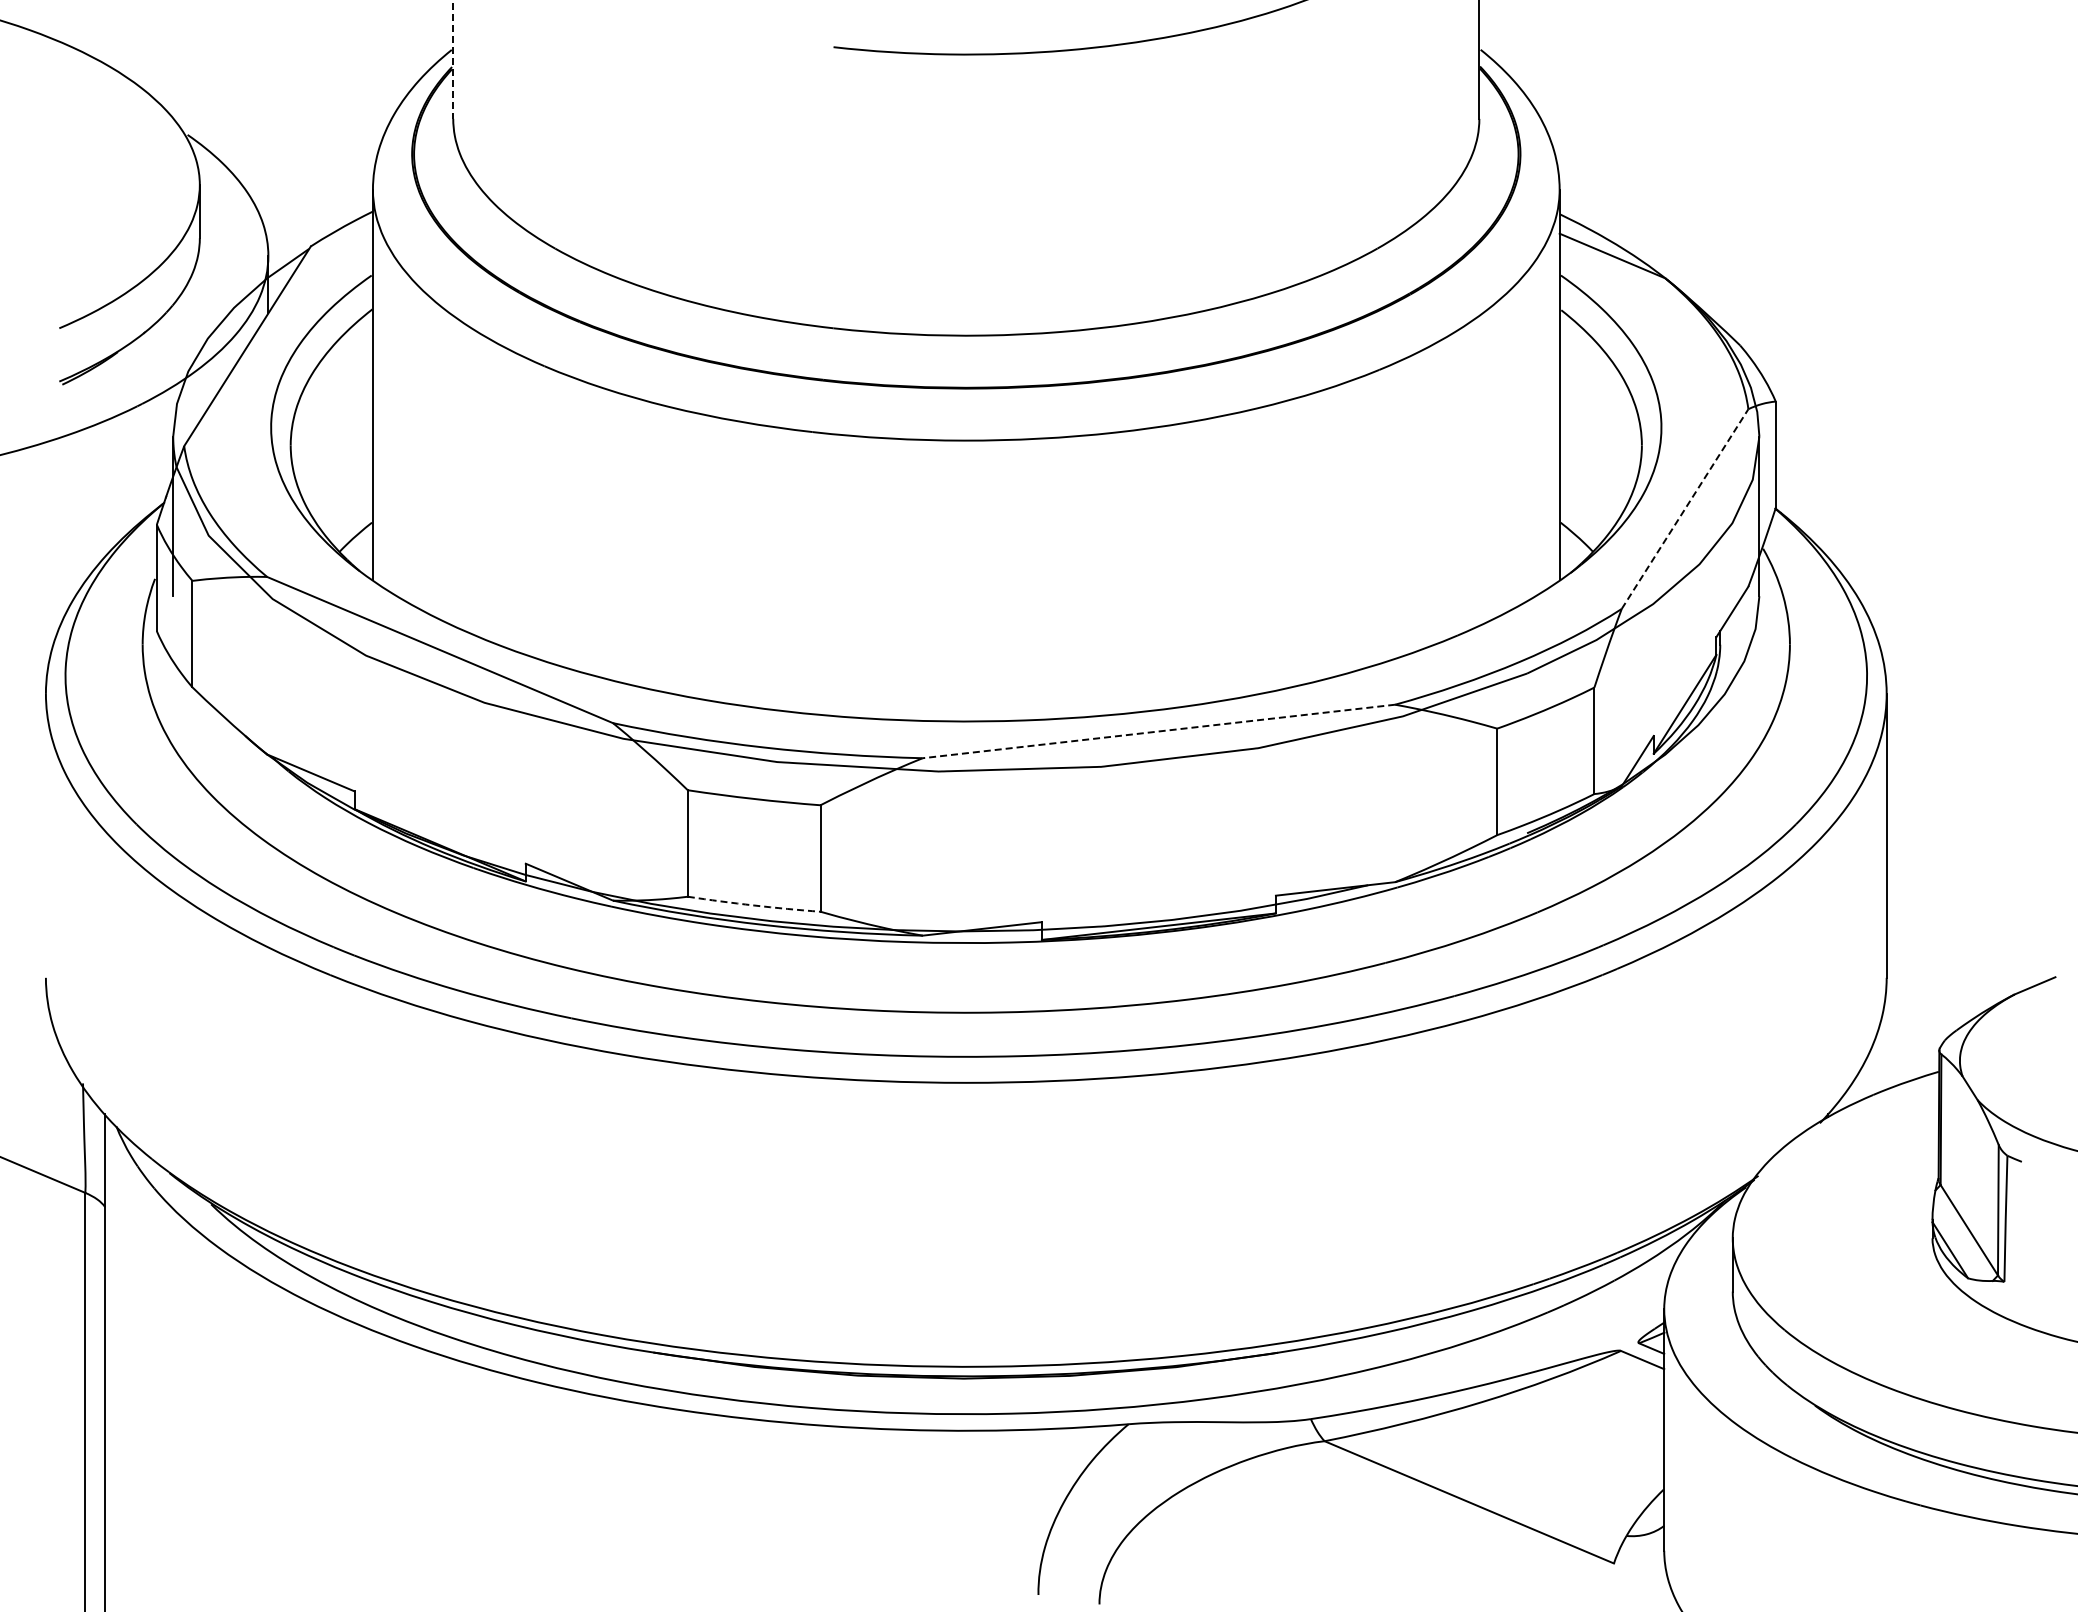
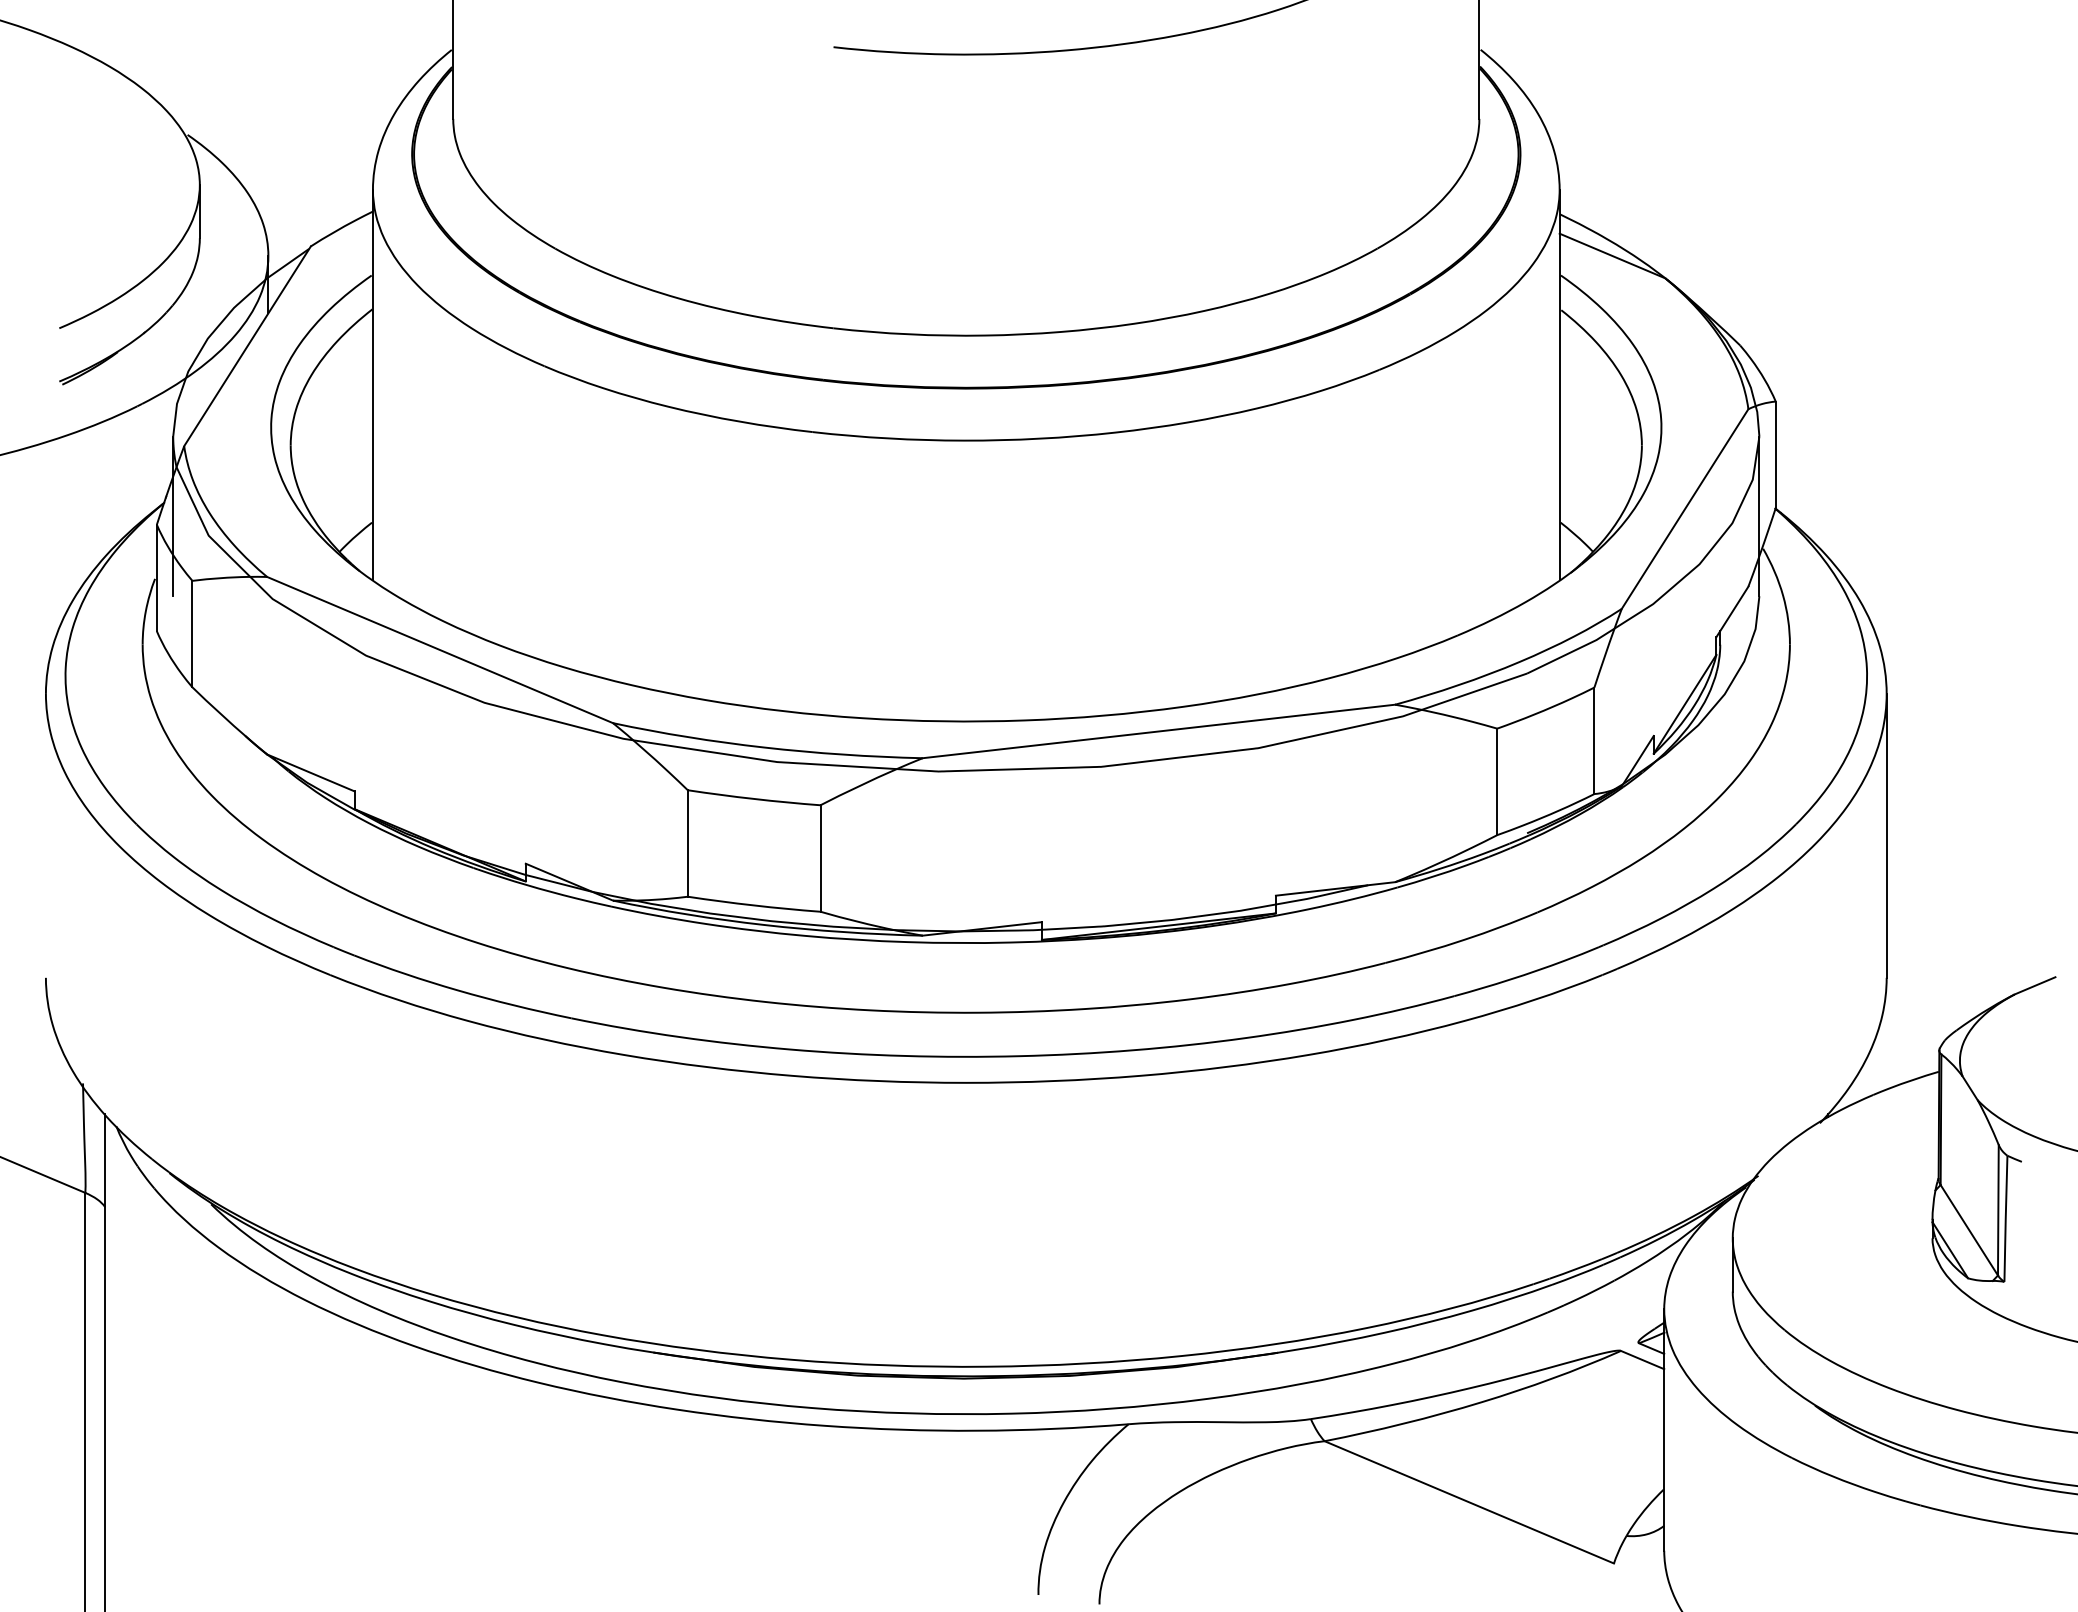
line at (453, 60): dashed -> solid
line at (1685, 508): dashed -> solid
line at (1158, 731): dashed -> solid
arc at (754, 905): dashed -> solid
